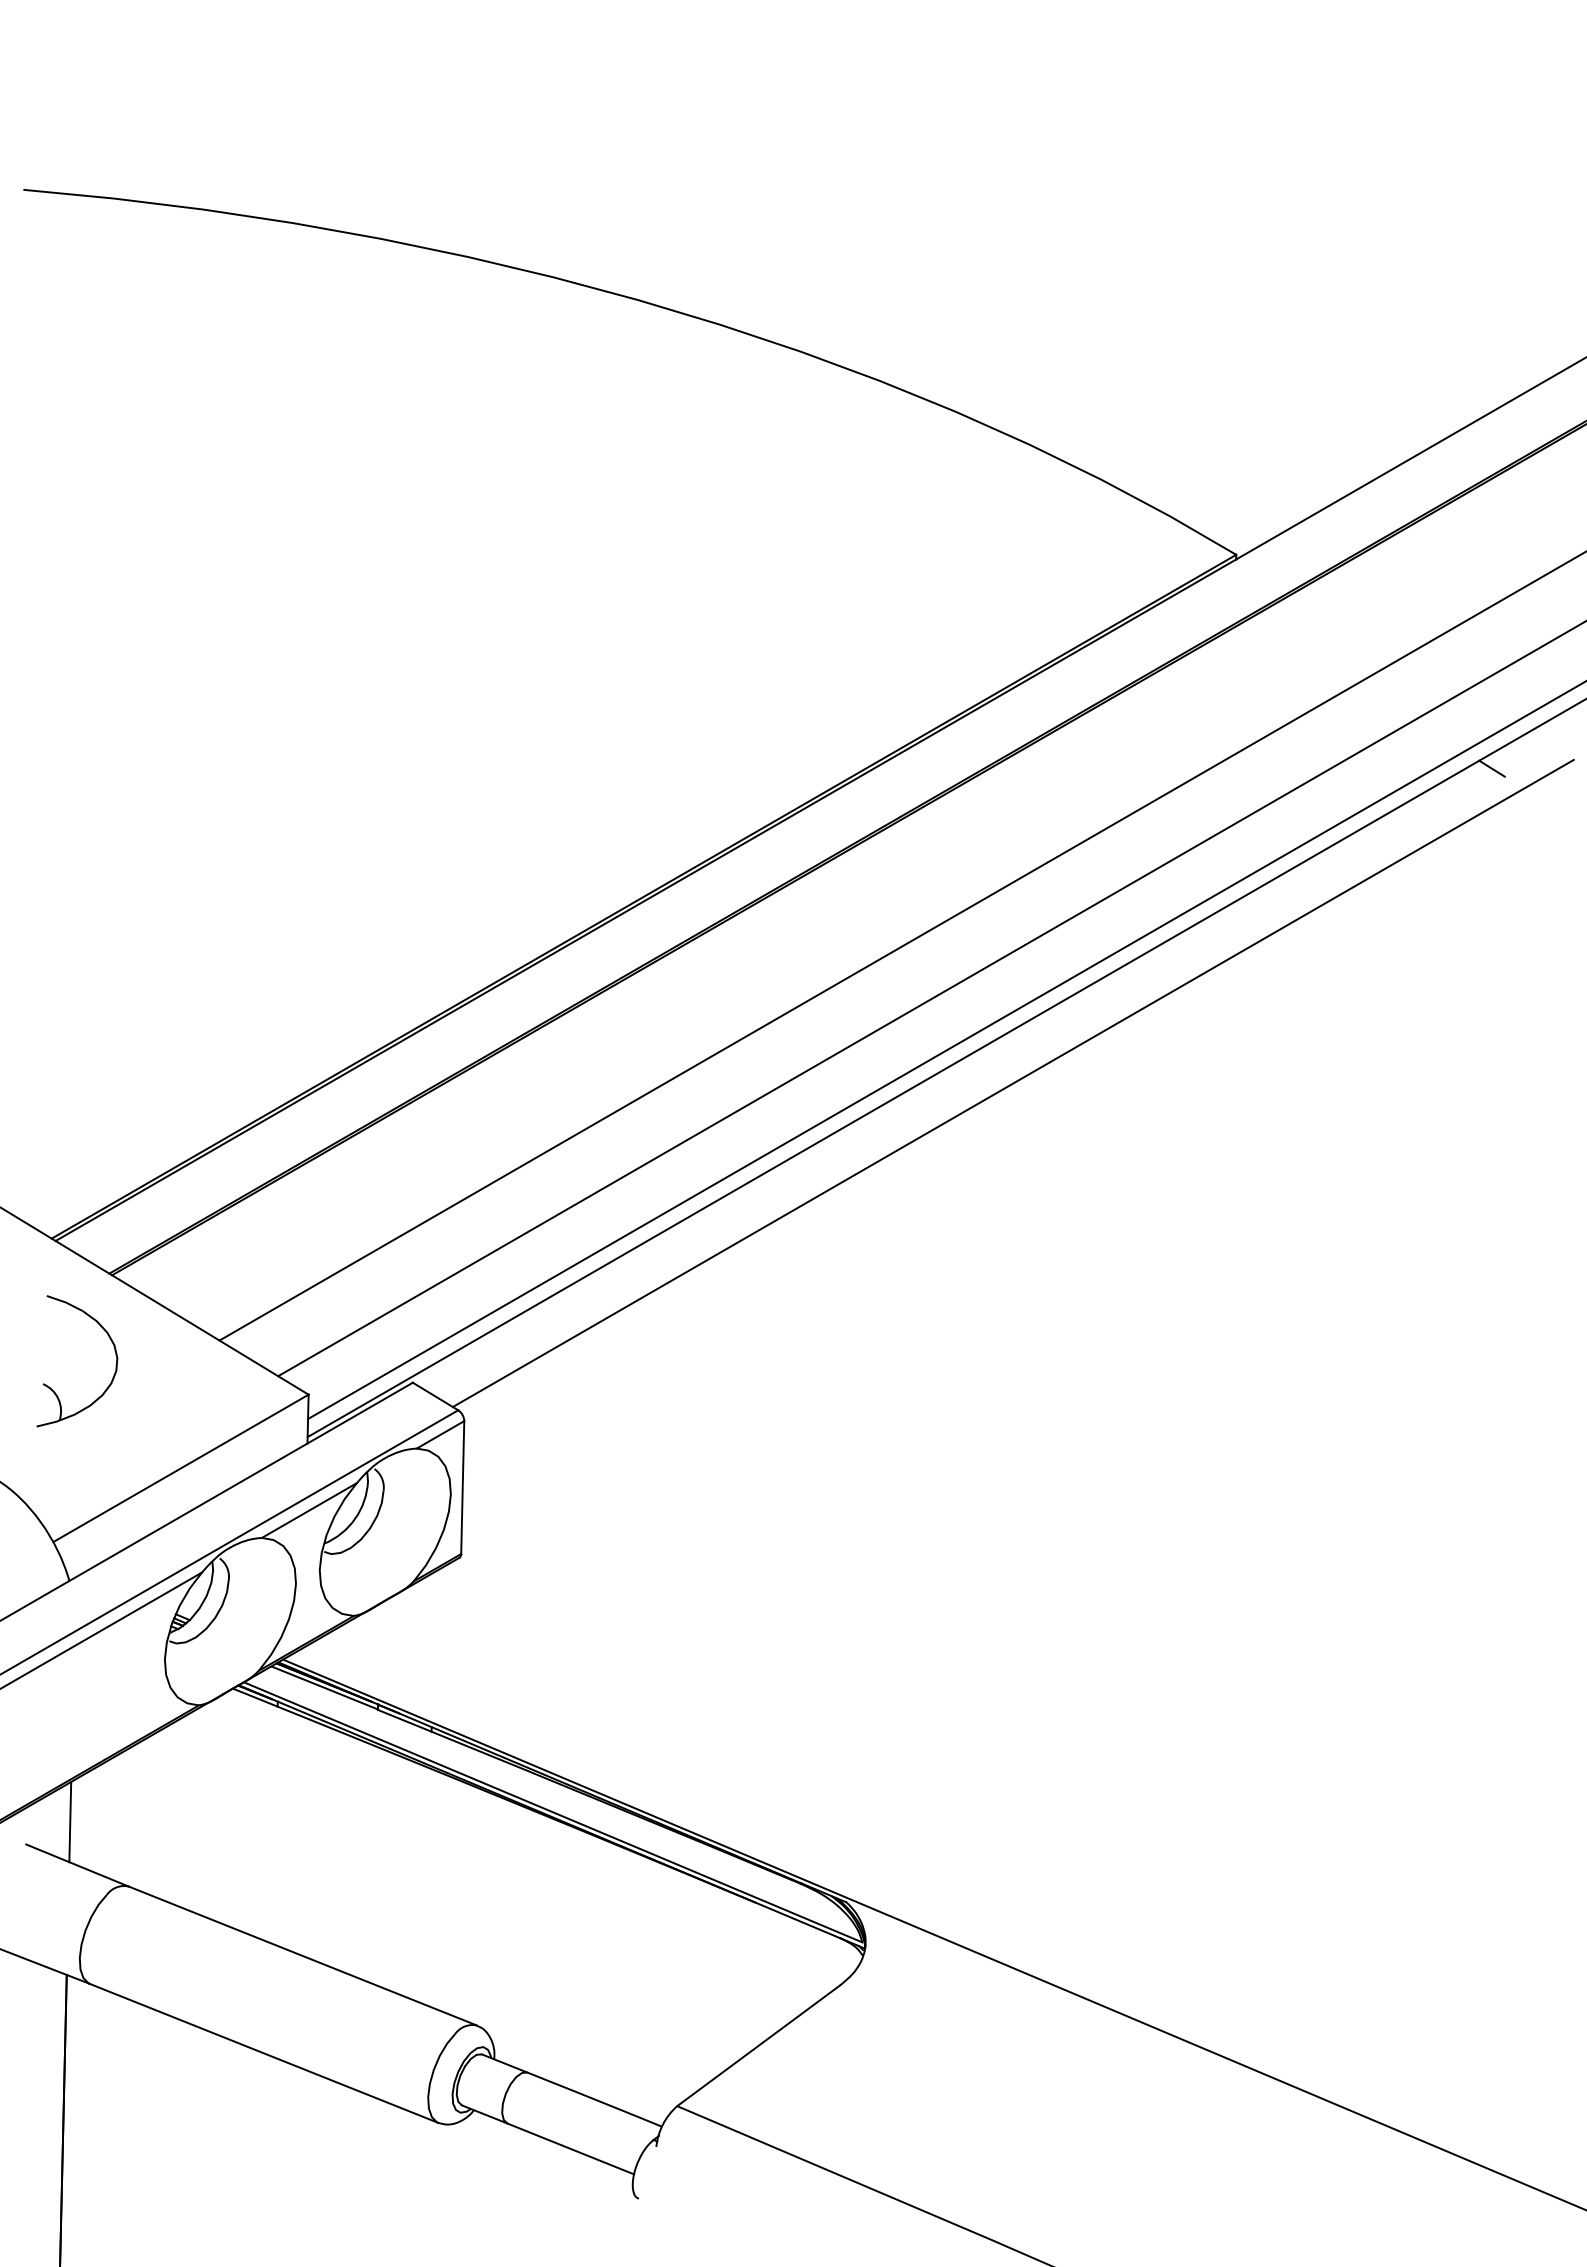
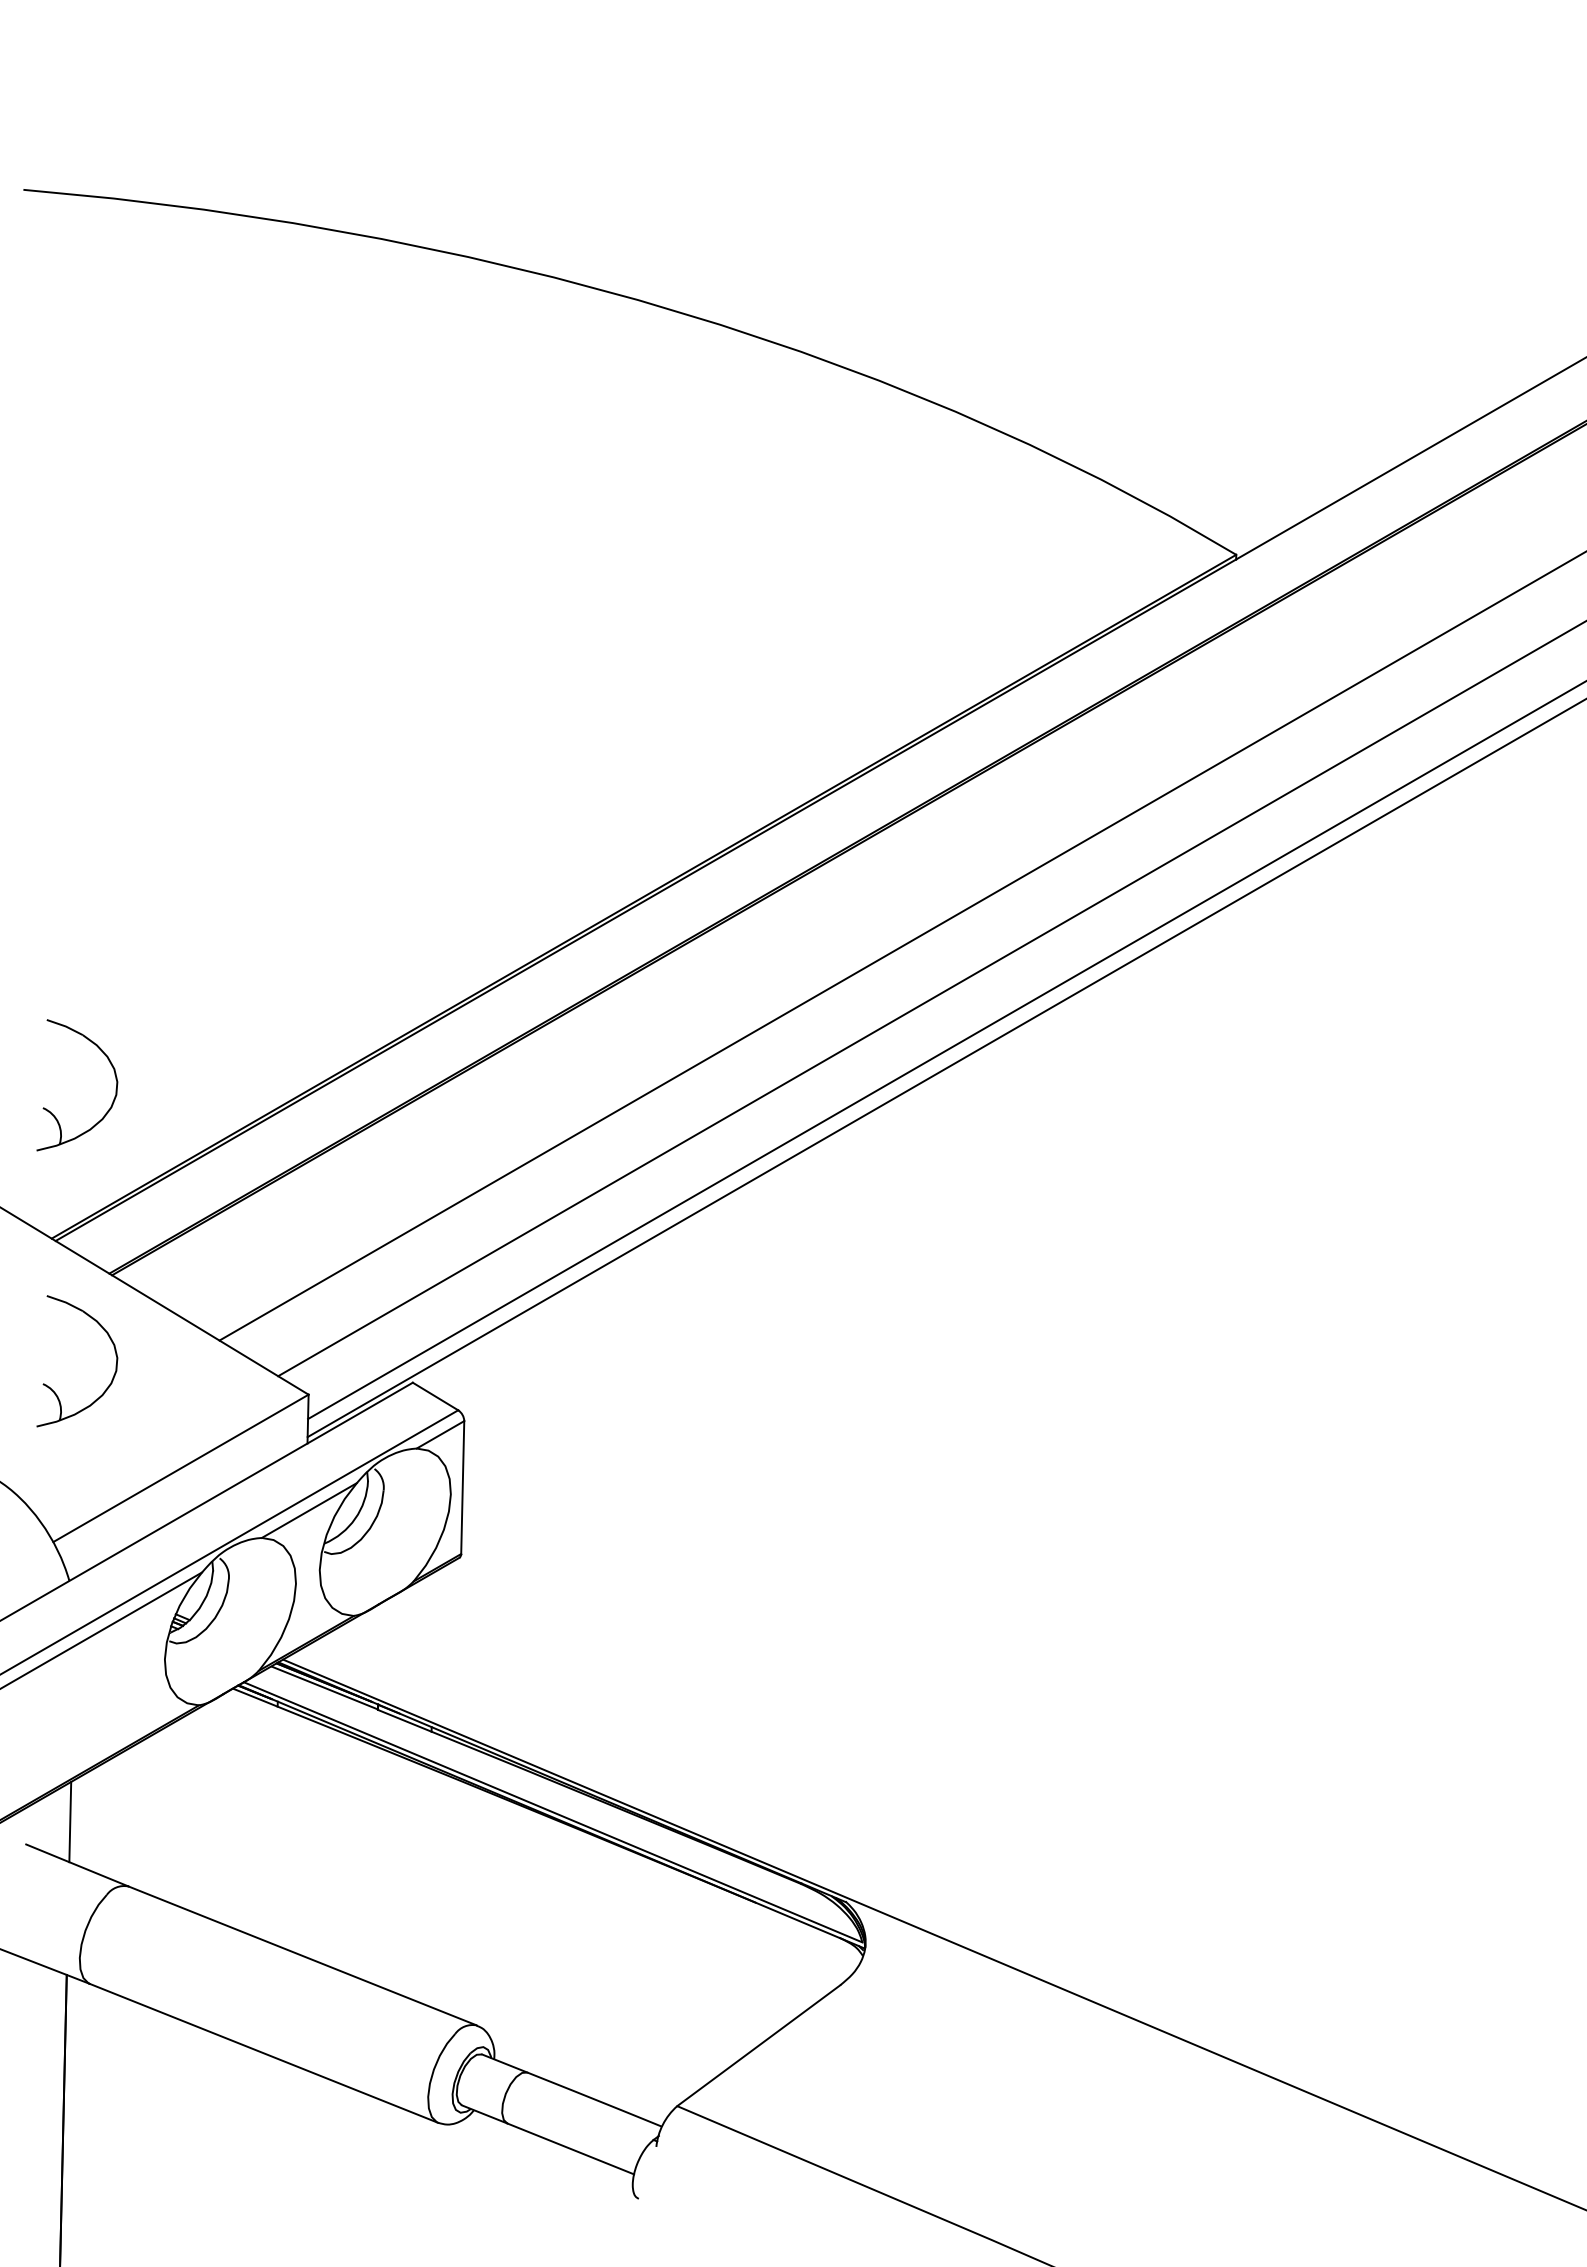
line at (1491, 768): present -> none
line at (1012, 1083): present -> none
part at (50, 1111): none -> present
